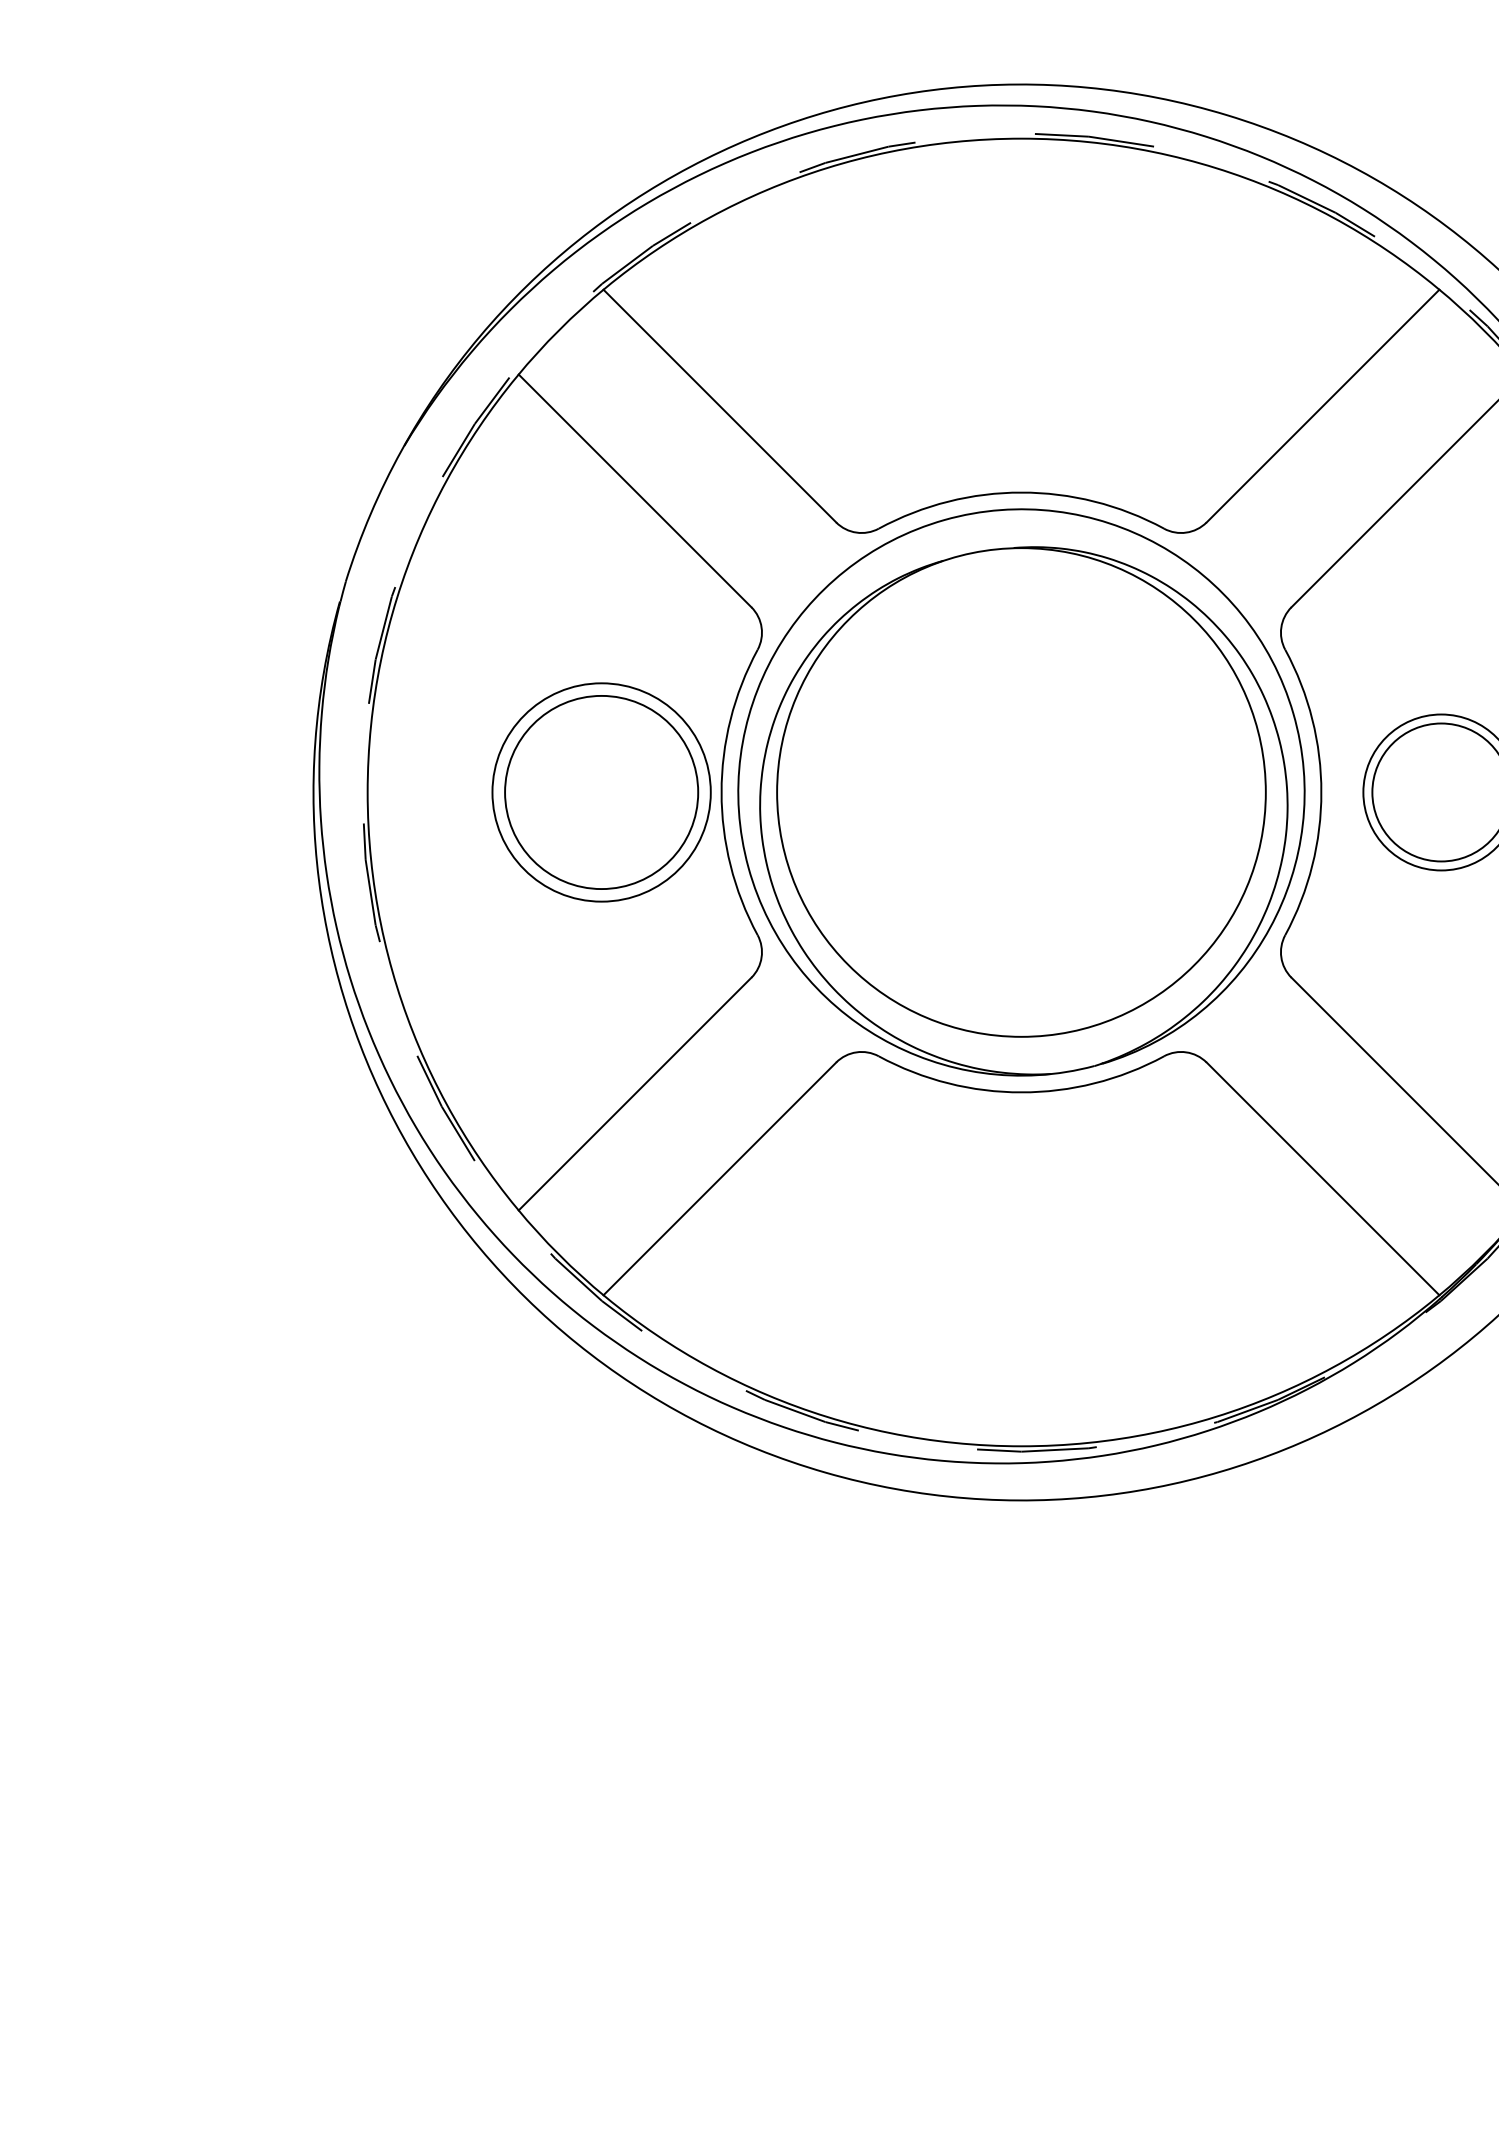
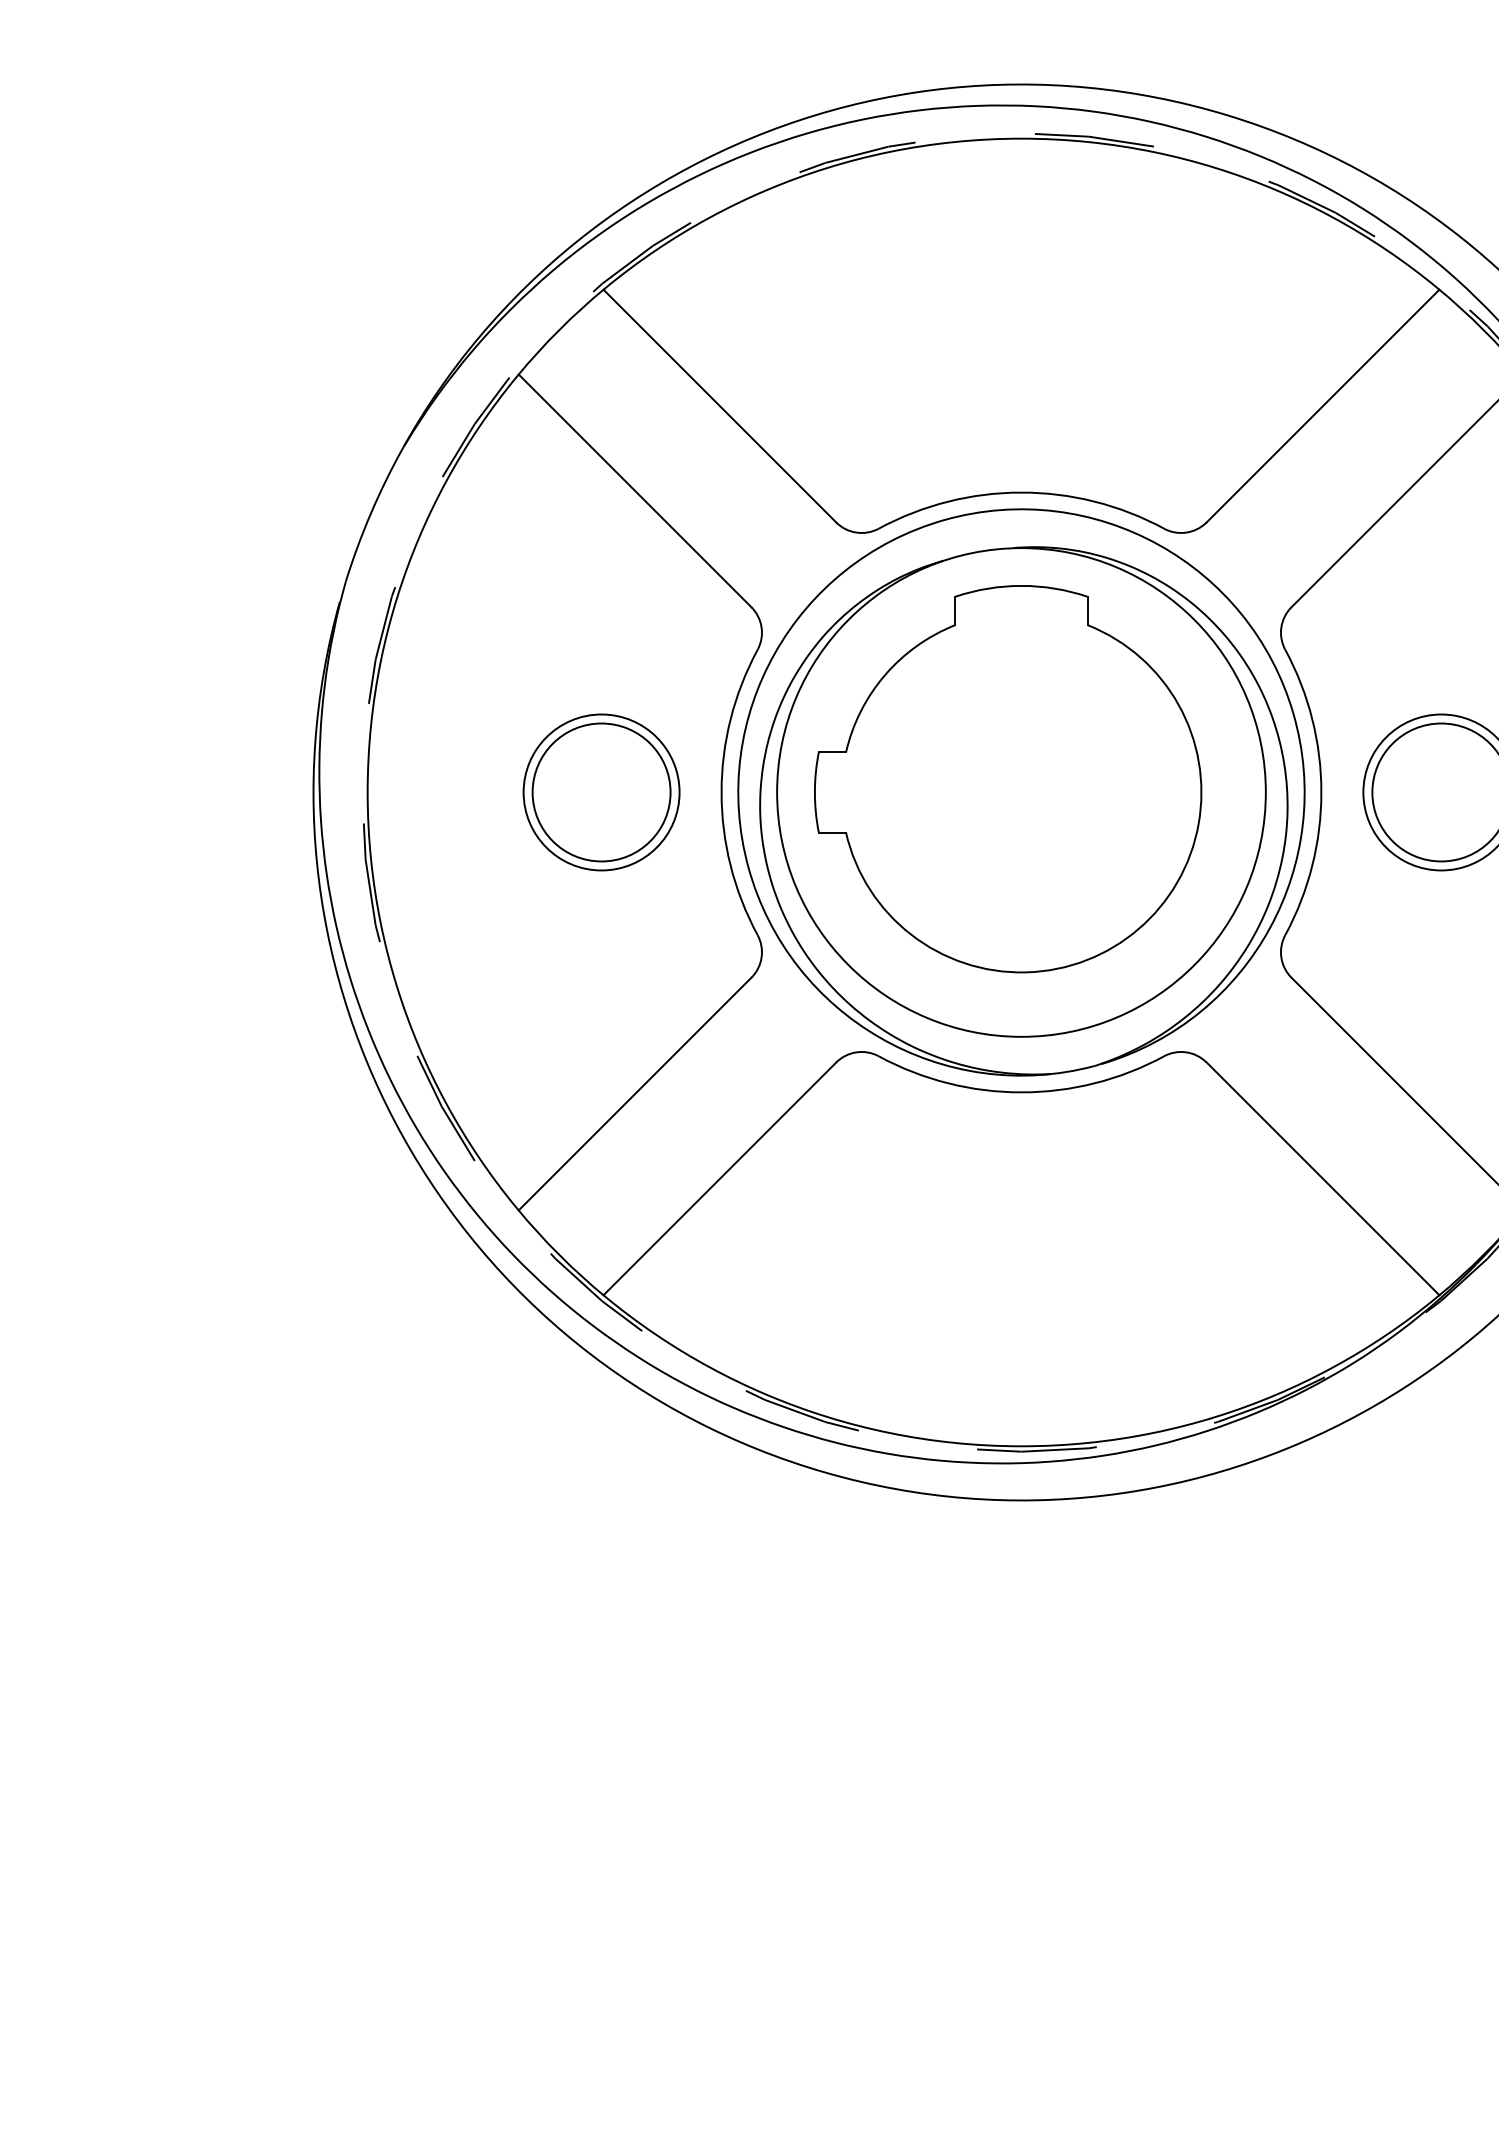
part at (1008, 779): none -> present
part at (601, 792) size: 221x221 px -> 159x159 px
